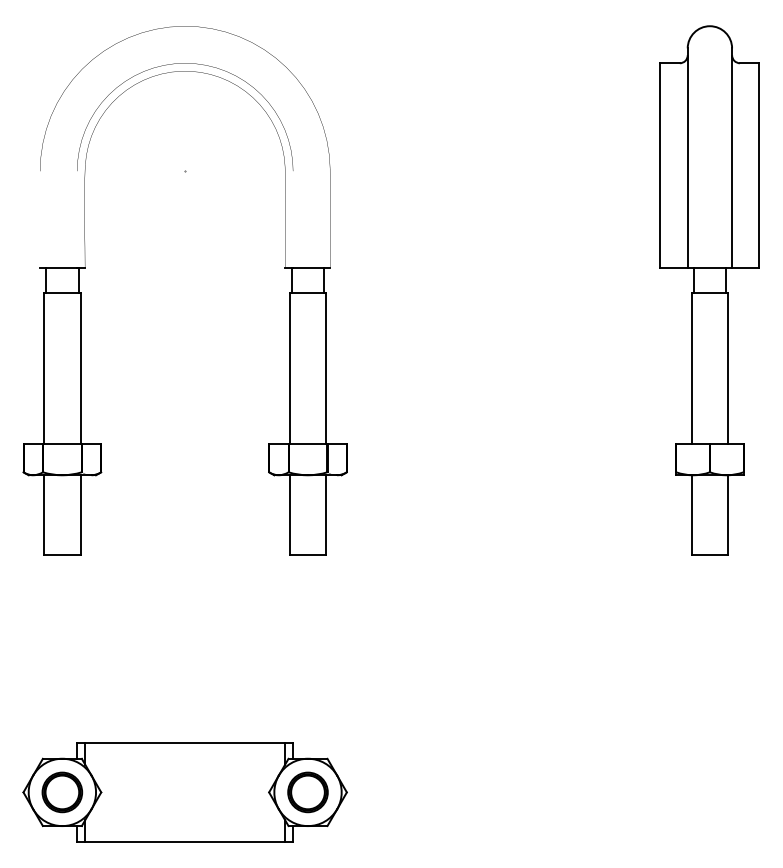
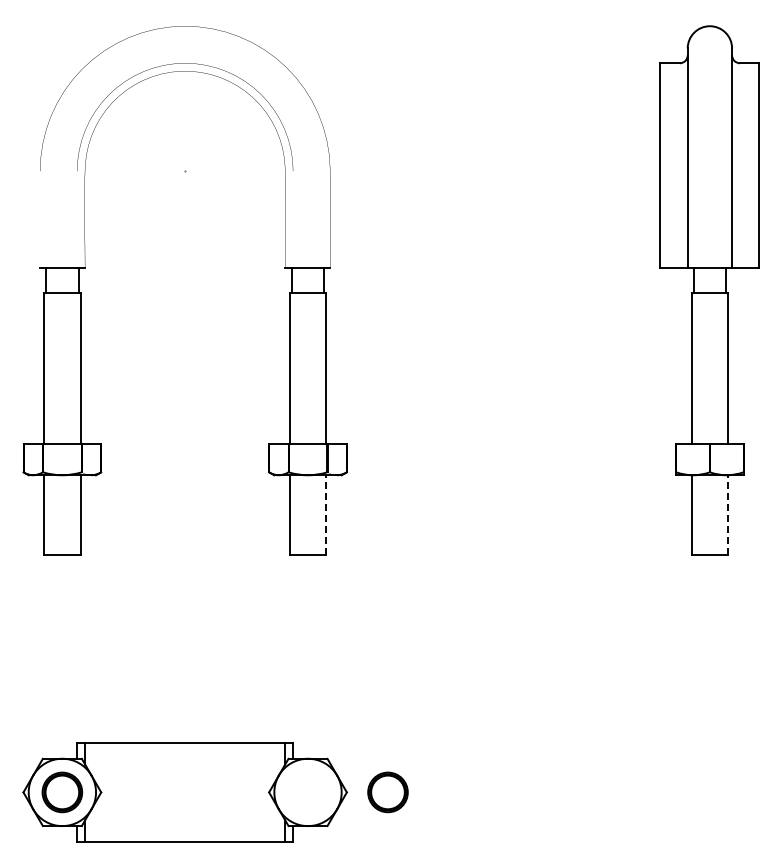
line at (326, 514): solid -> dashed
line at (728, 514): solid -> dashed
part at (307, 792) position: (307, 792) -> (387, 792)
